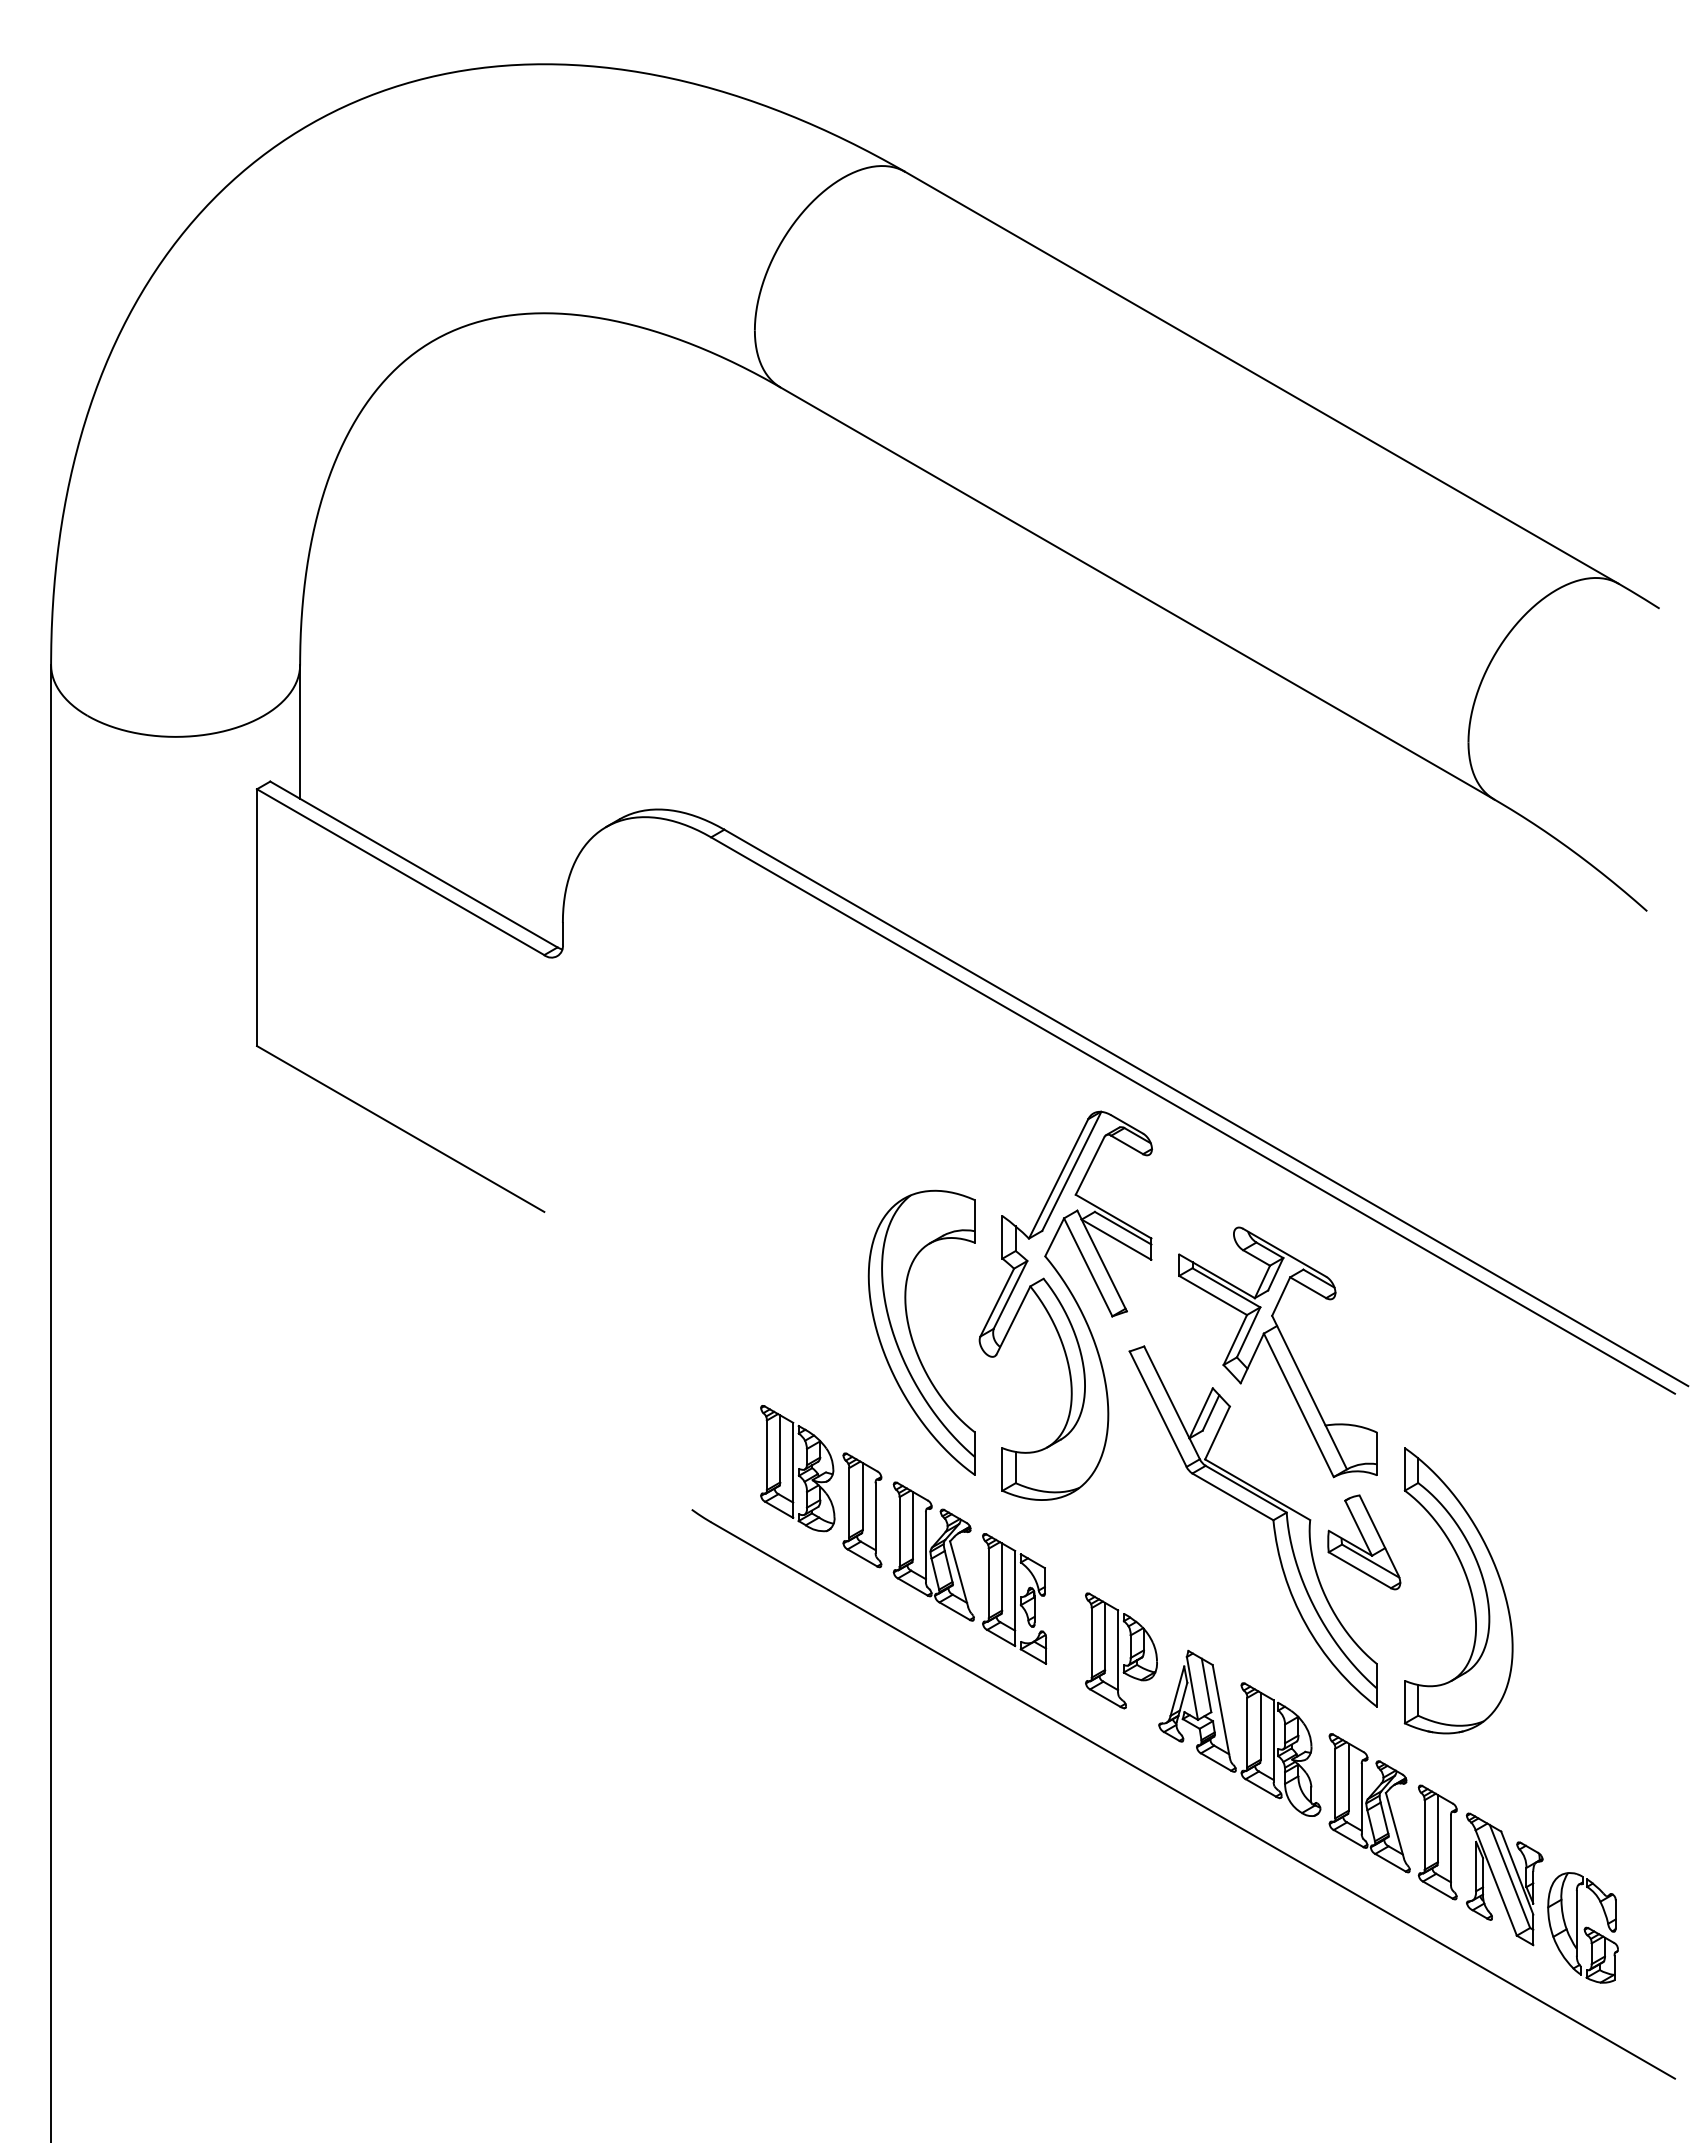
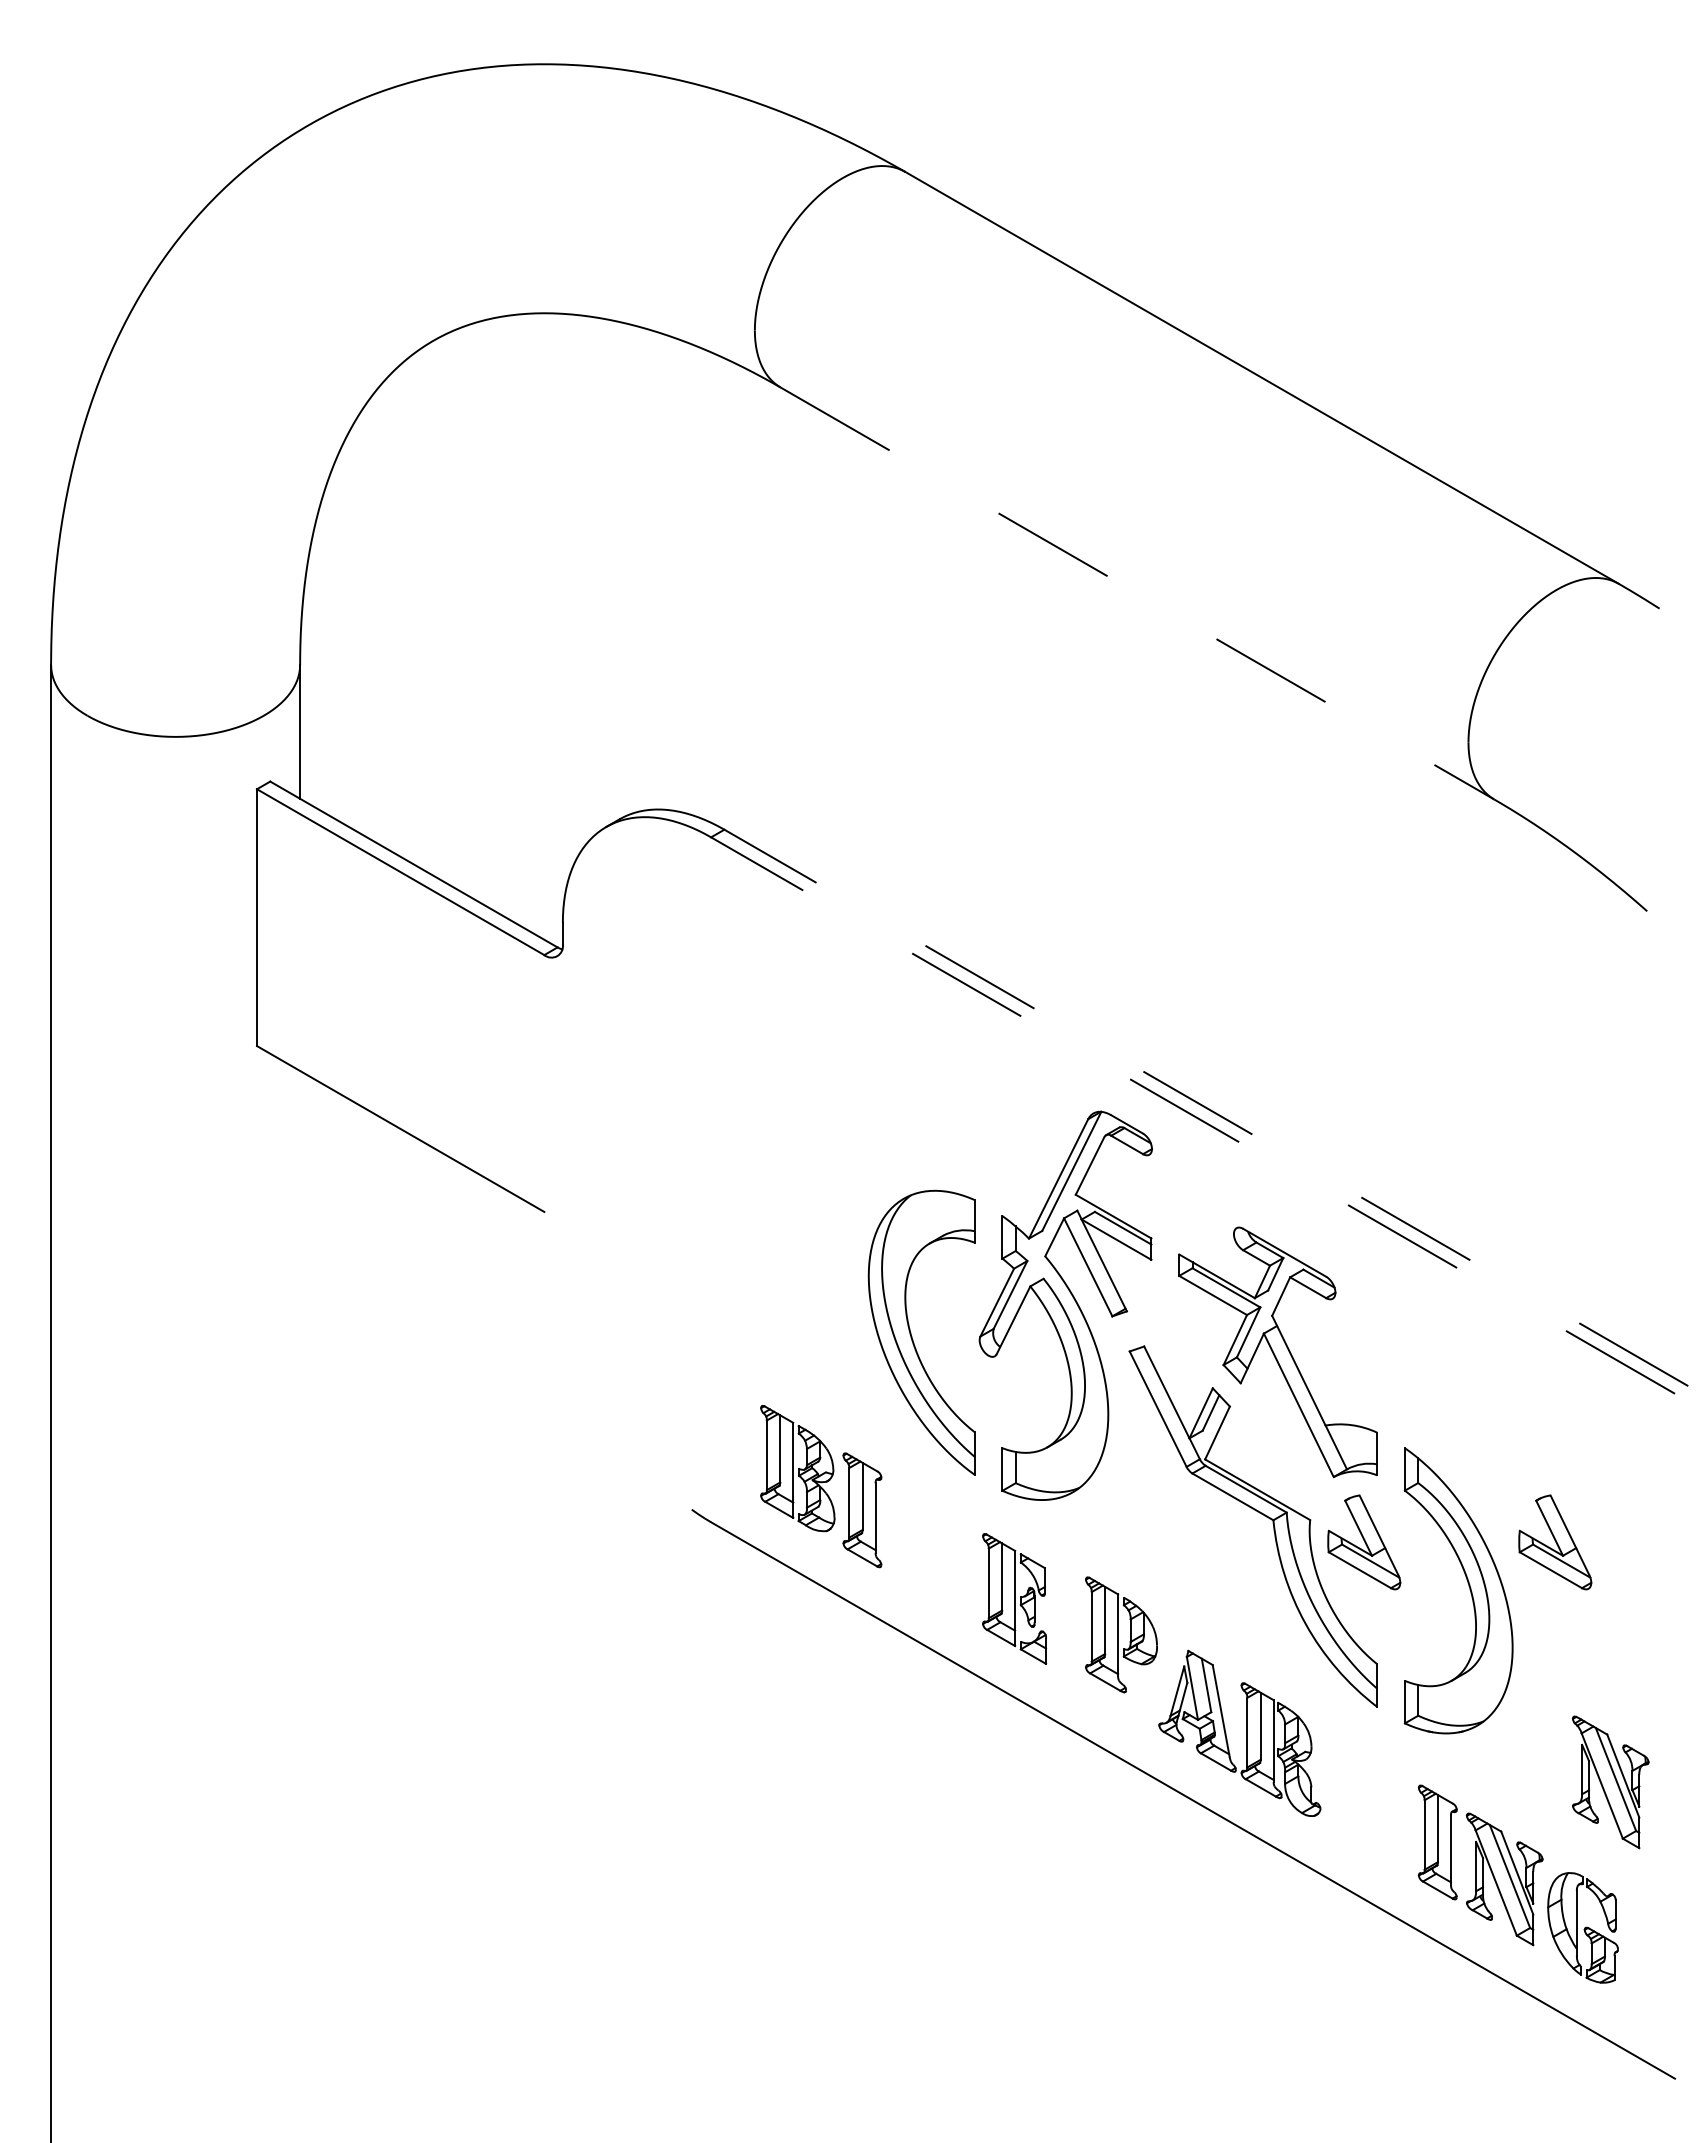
line at (1137, 593): solid -> dashed
line at (1205, 1107): solid -> dashed
line at (1192, 1115): solid -> dashed
part at (1555, 1542): none -> present
part at (933, 1551): present -> none
part at (1121, 1650) position: (1121, 1650) -> (1121, 1634)
part at (1610, 1782): none -> present
part at (1369, 1803): present -> none
